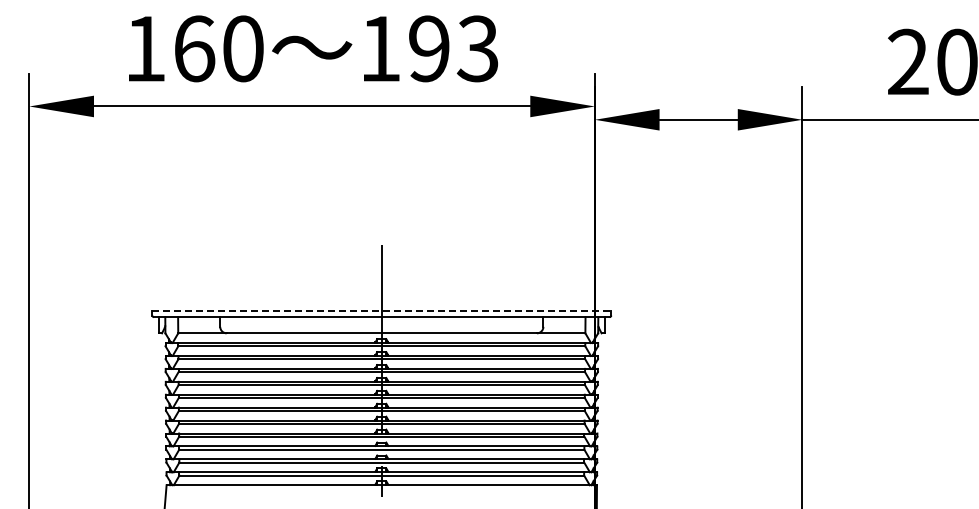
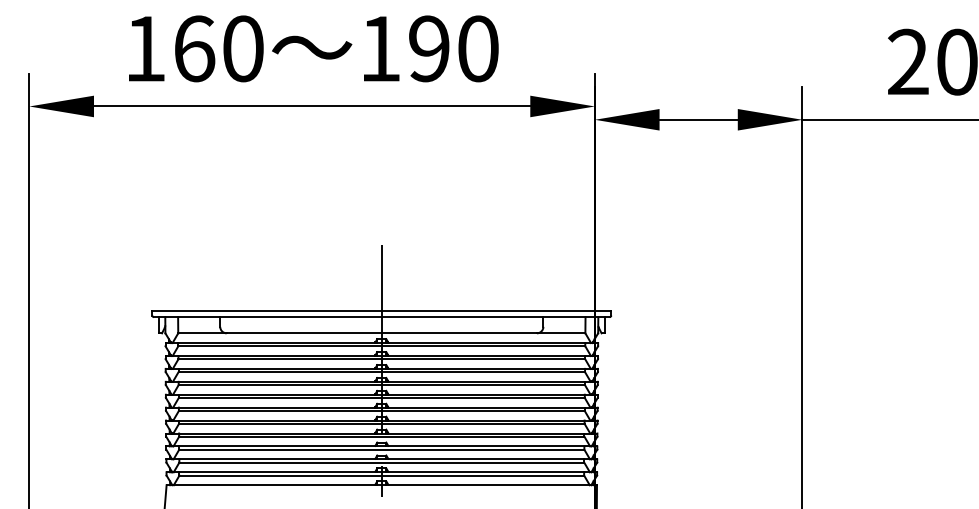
text at (477, 48): 193 -> 190
line at (382, 310): dashed -> solid
